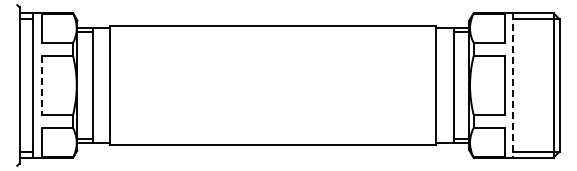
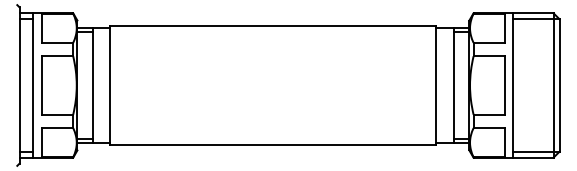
line at (42, 85): dashed -> solid
line at (513, 85): dashed -> solid
